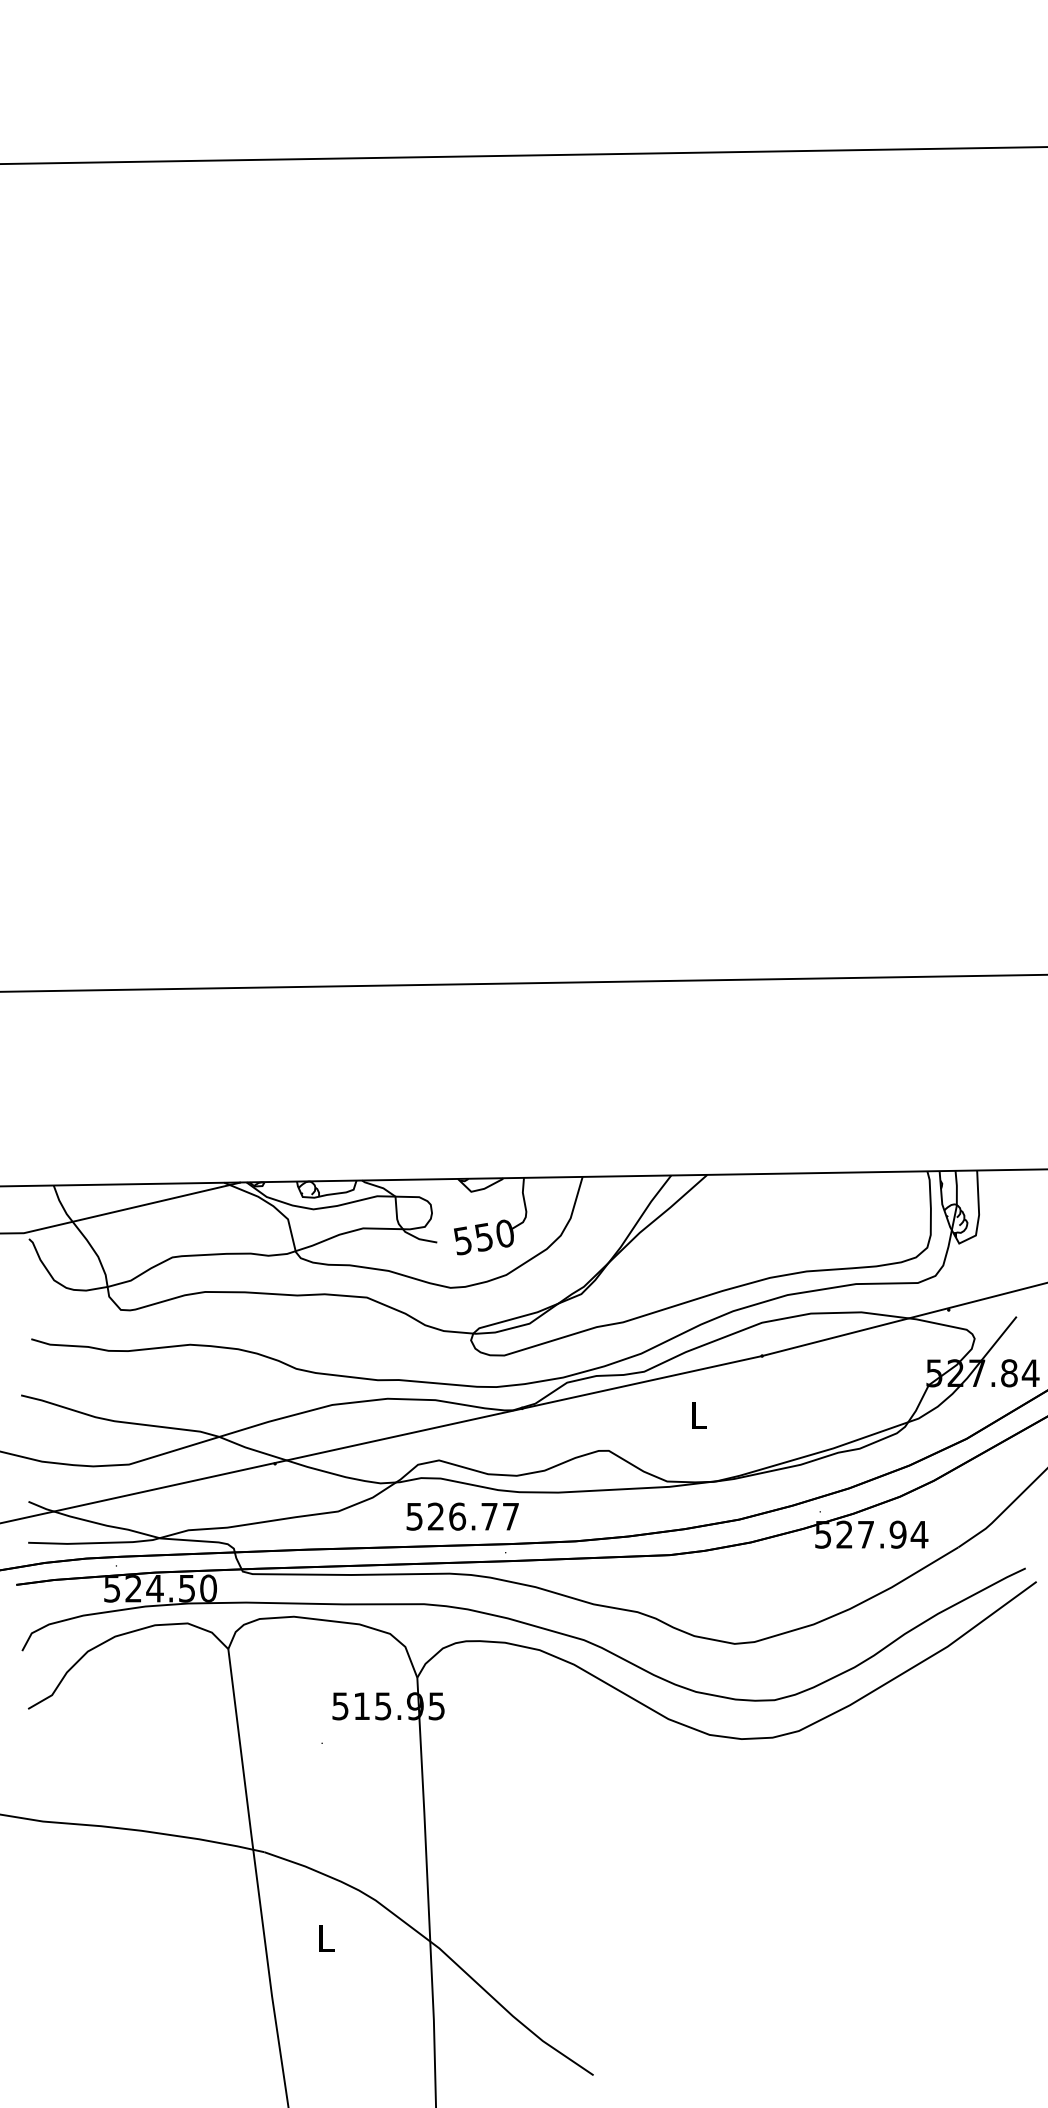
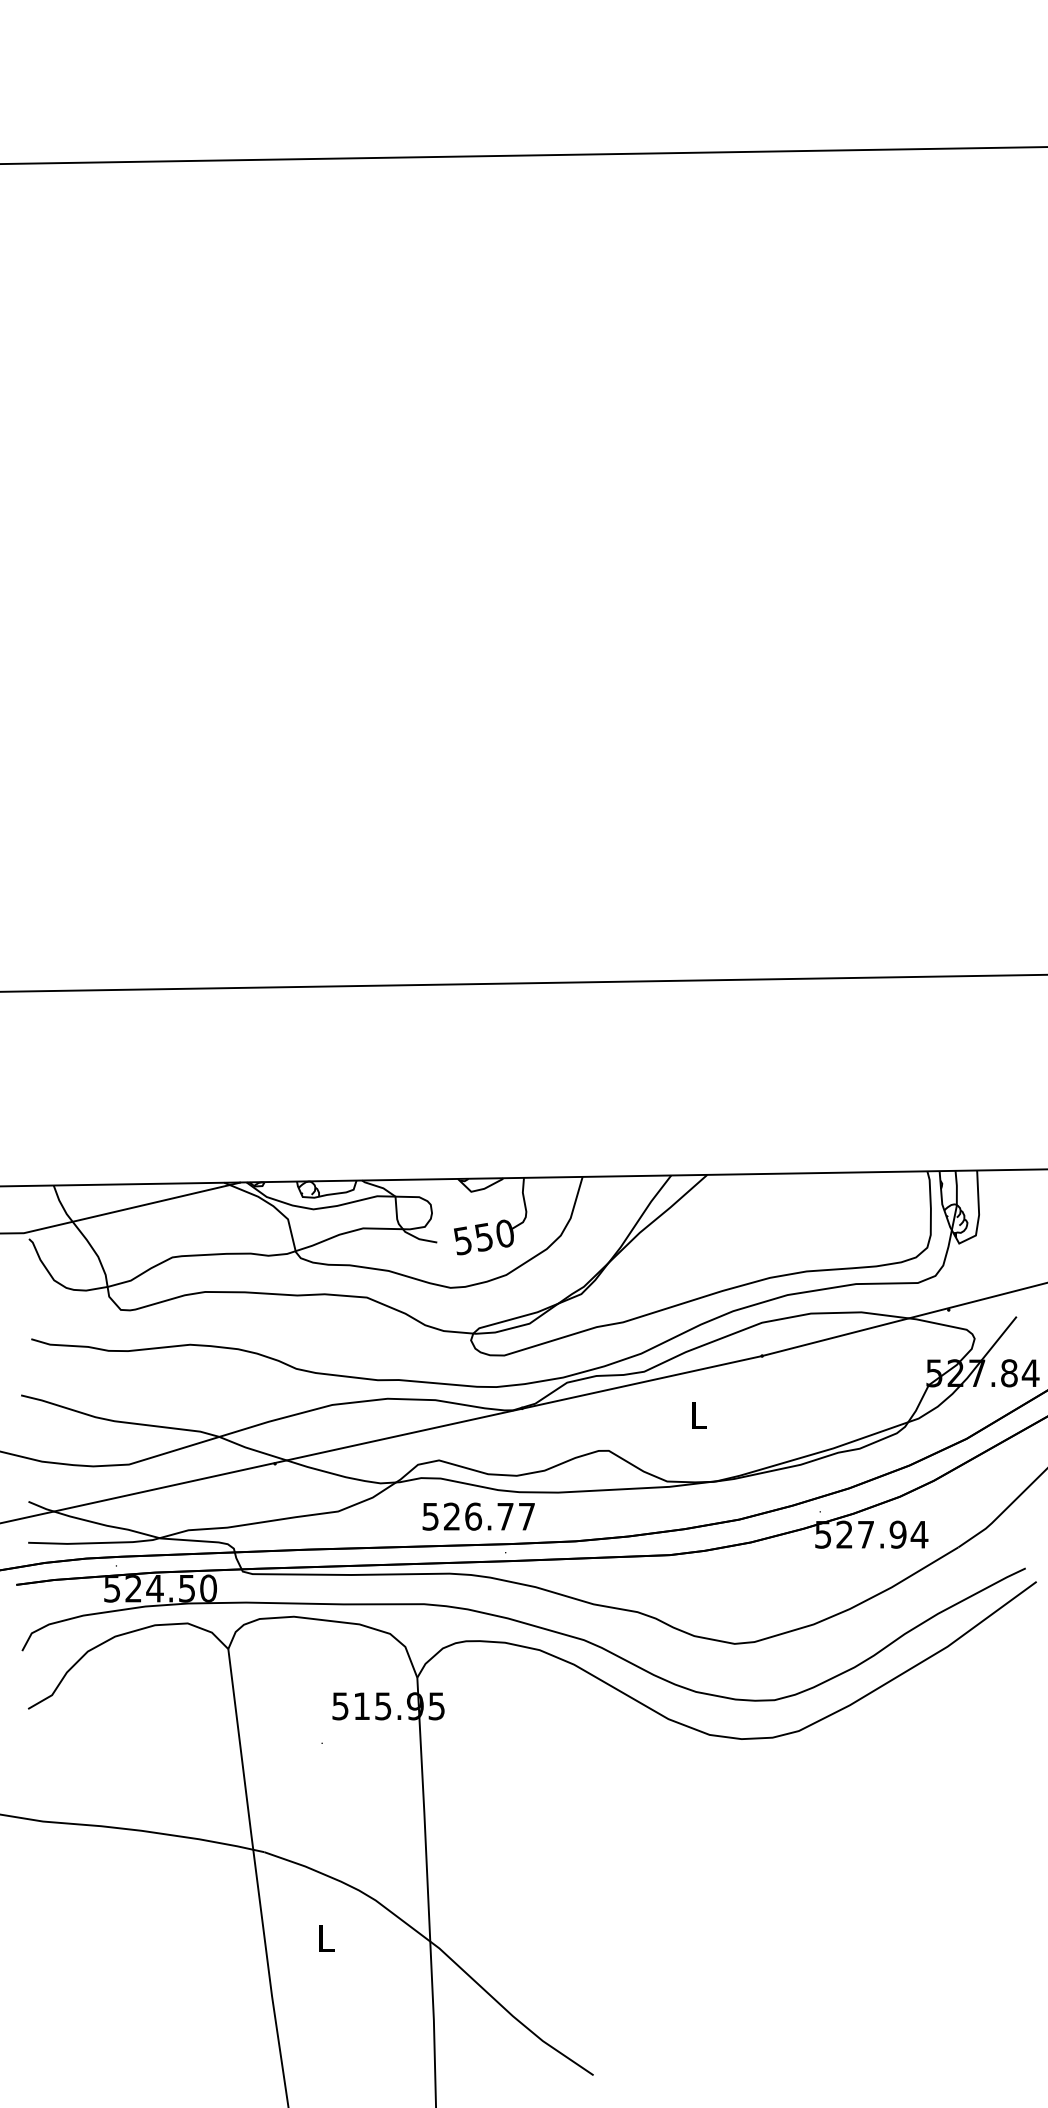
text at (462, 1516) position: (462, 1516) -> (478, 1516)
